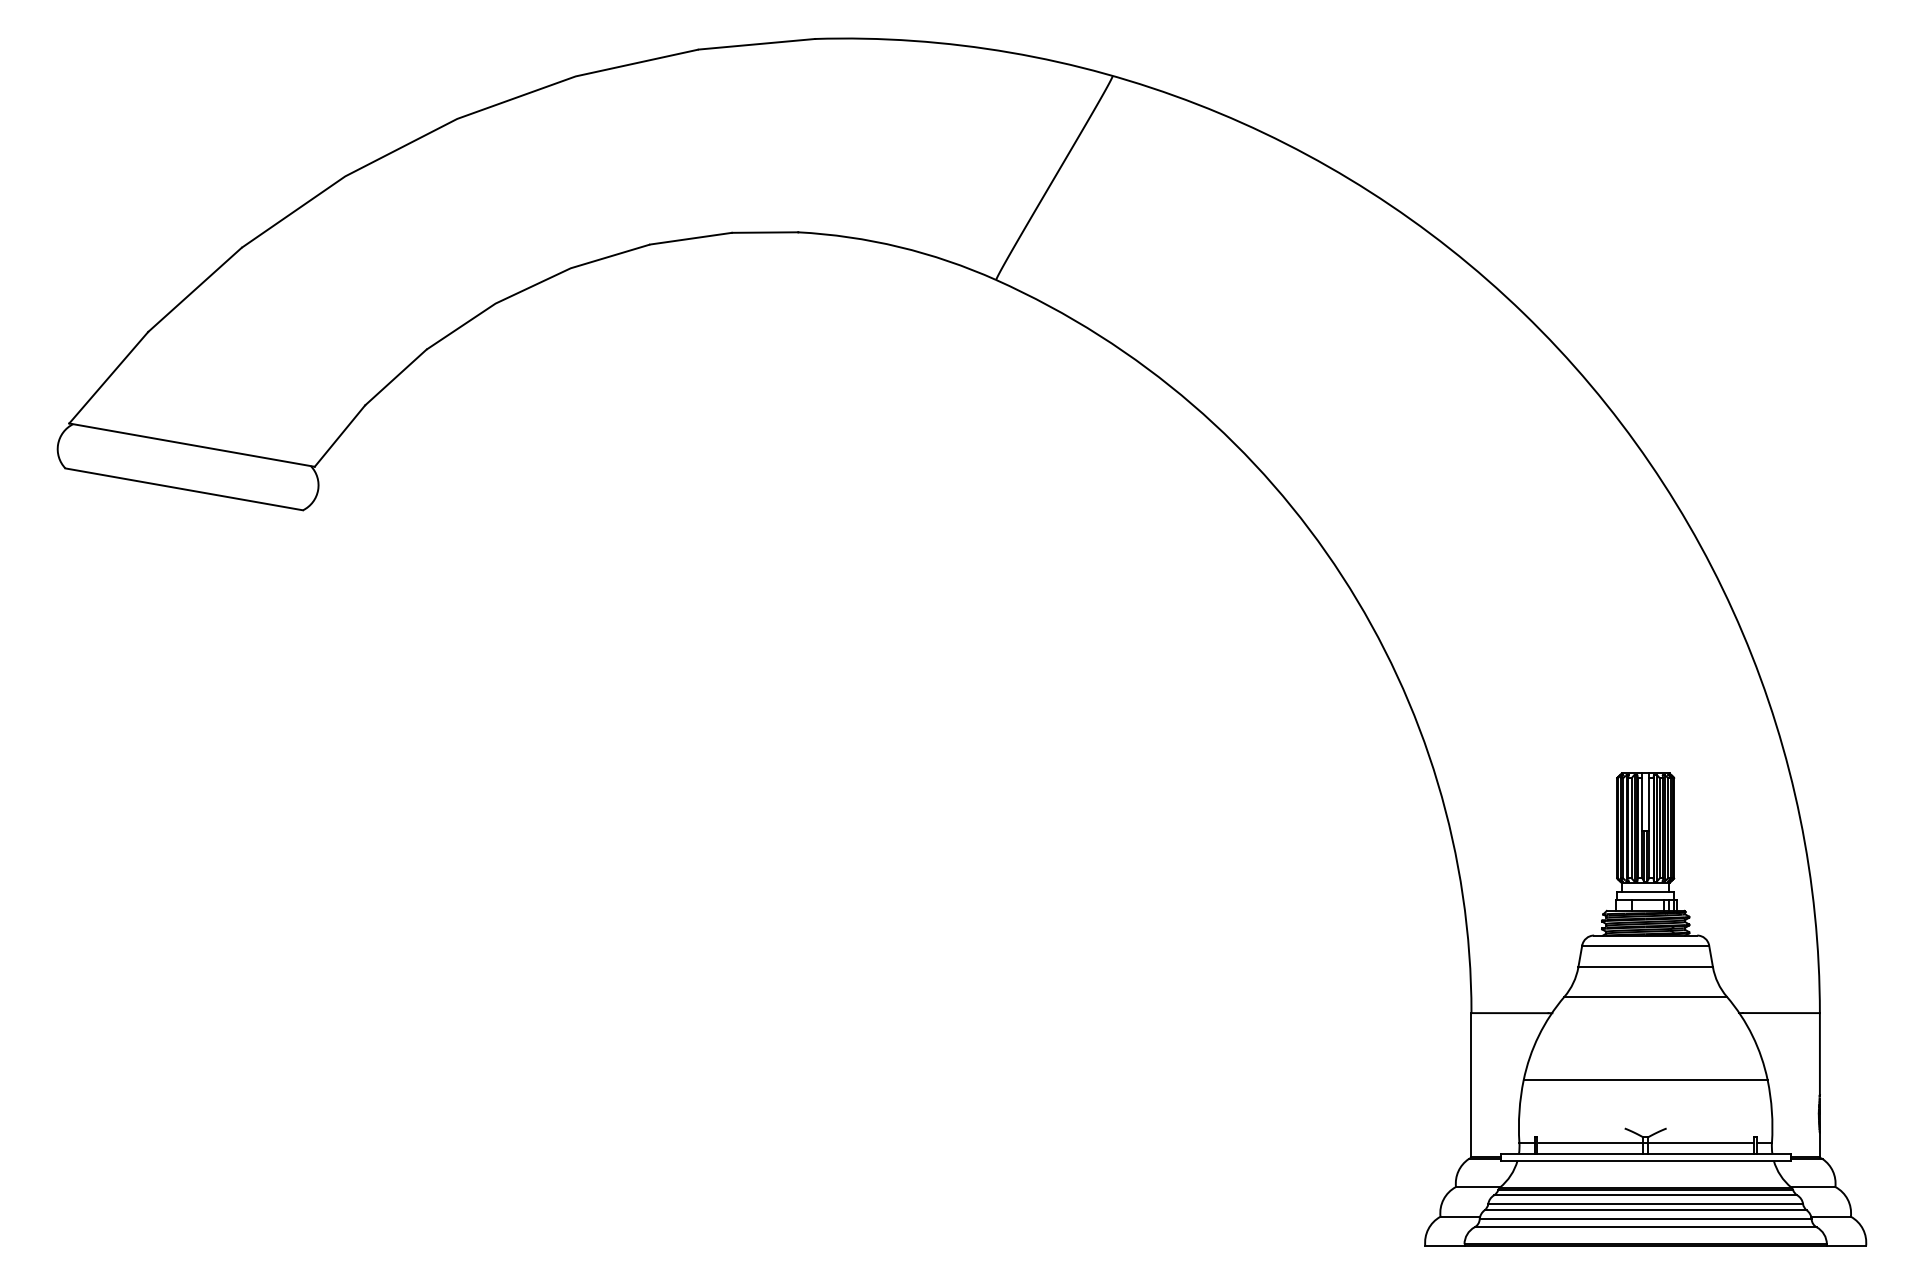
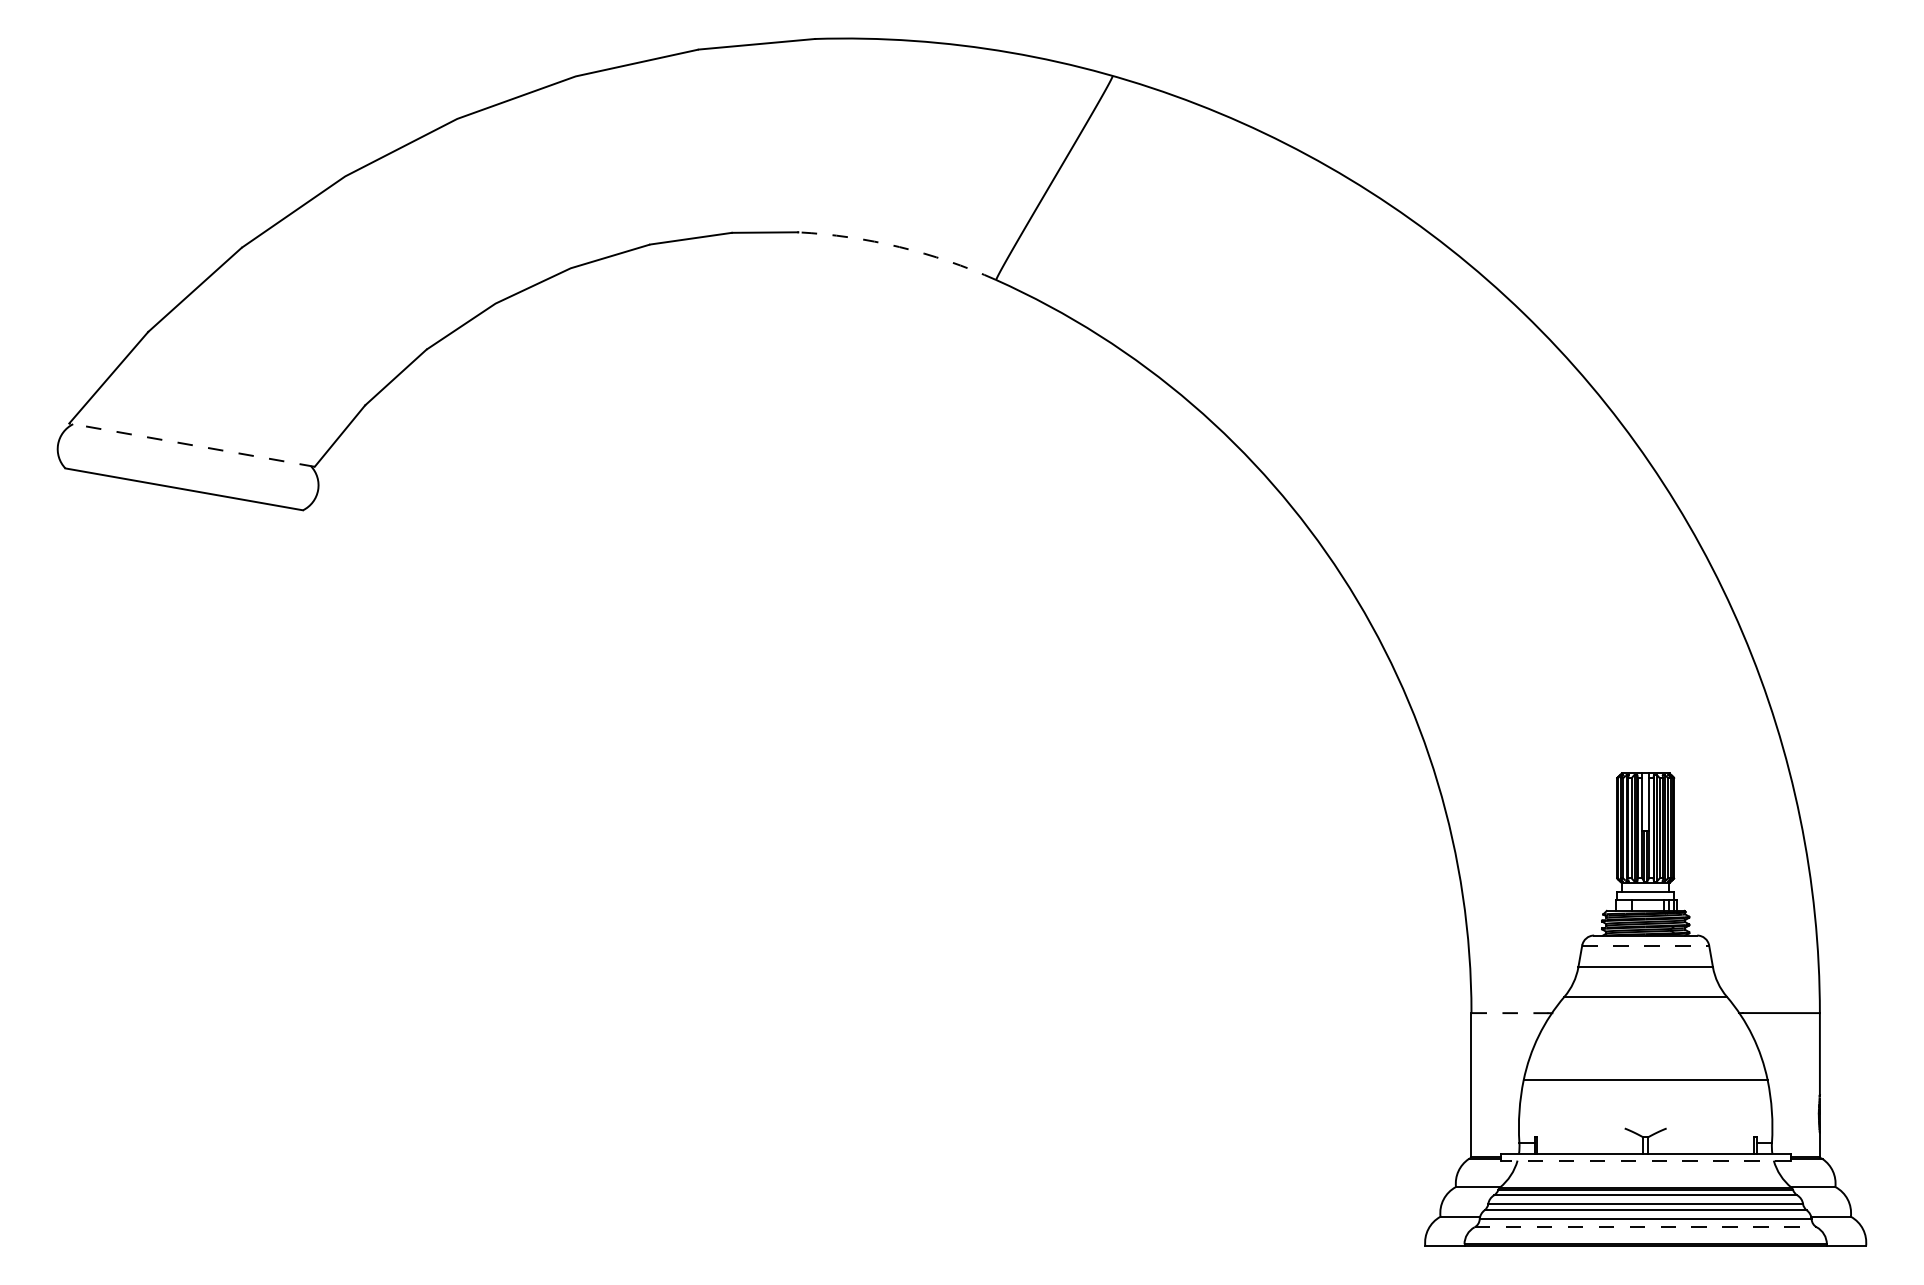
arc at (899, 247): solid -> dashed
line at (192, 445): solid -> dashed
line at (1646, 945): solid -> dashed
line at (1510, 1013): solid -> dashed
line at (1645, 1142): present -> none
line at (1645, 1160): solid -> dashed
line at (1646, 1227): solid -> dashed
